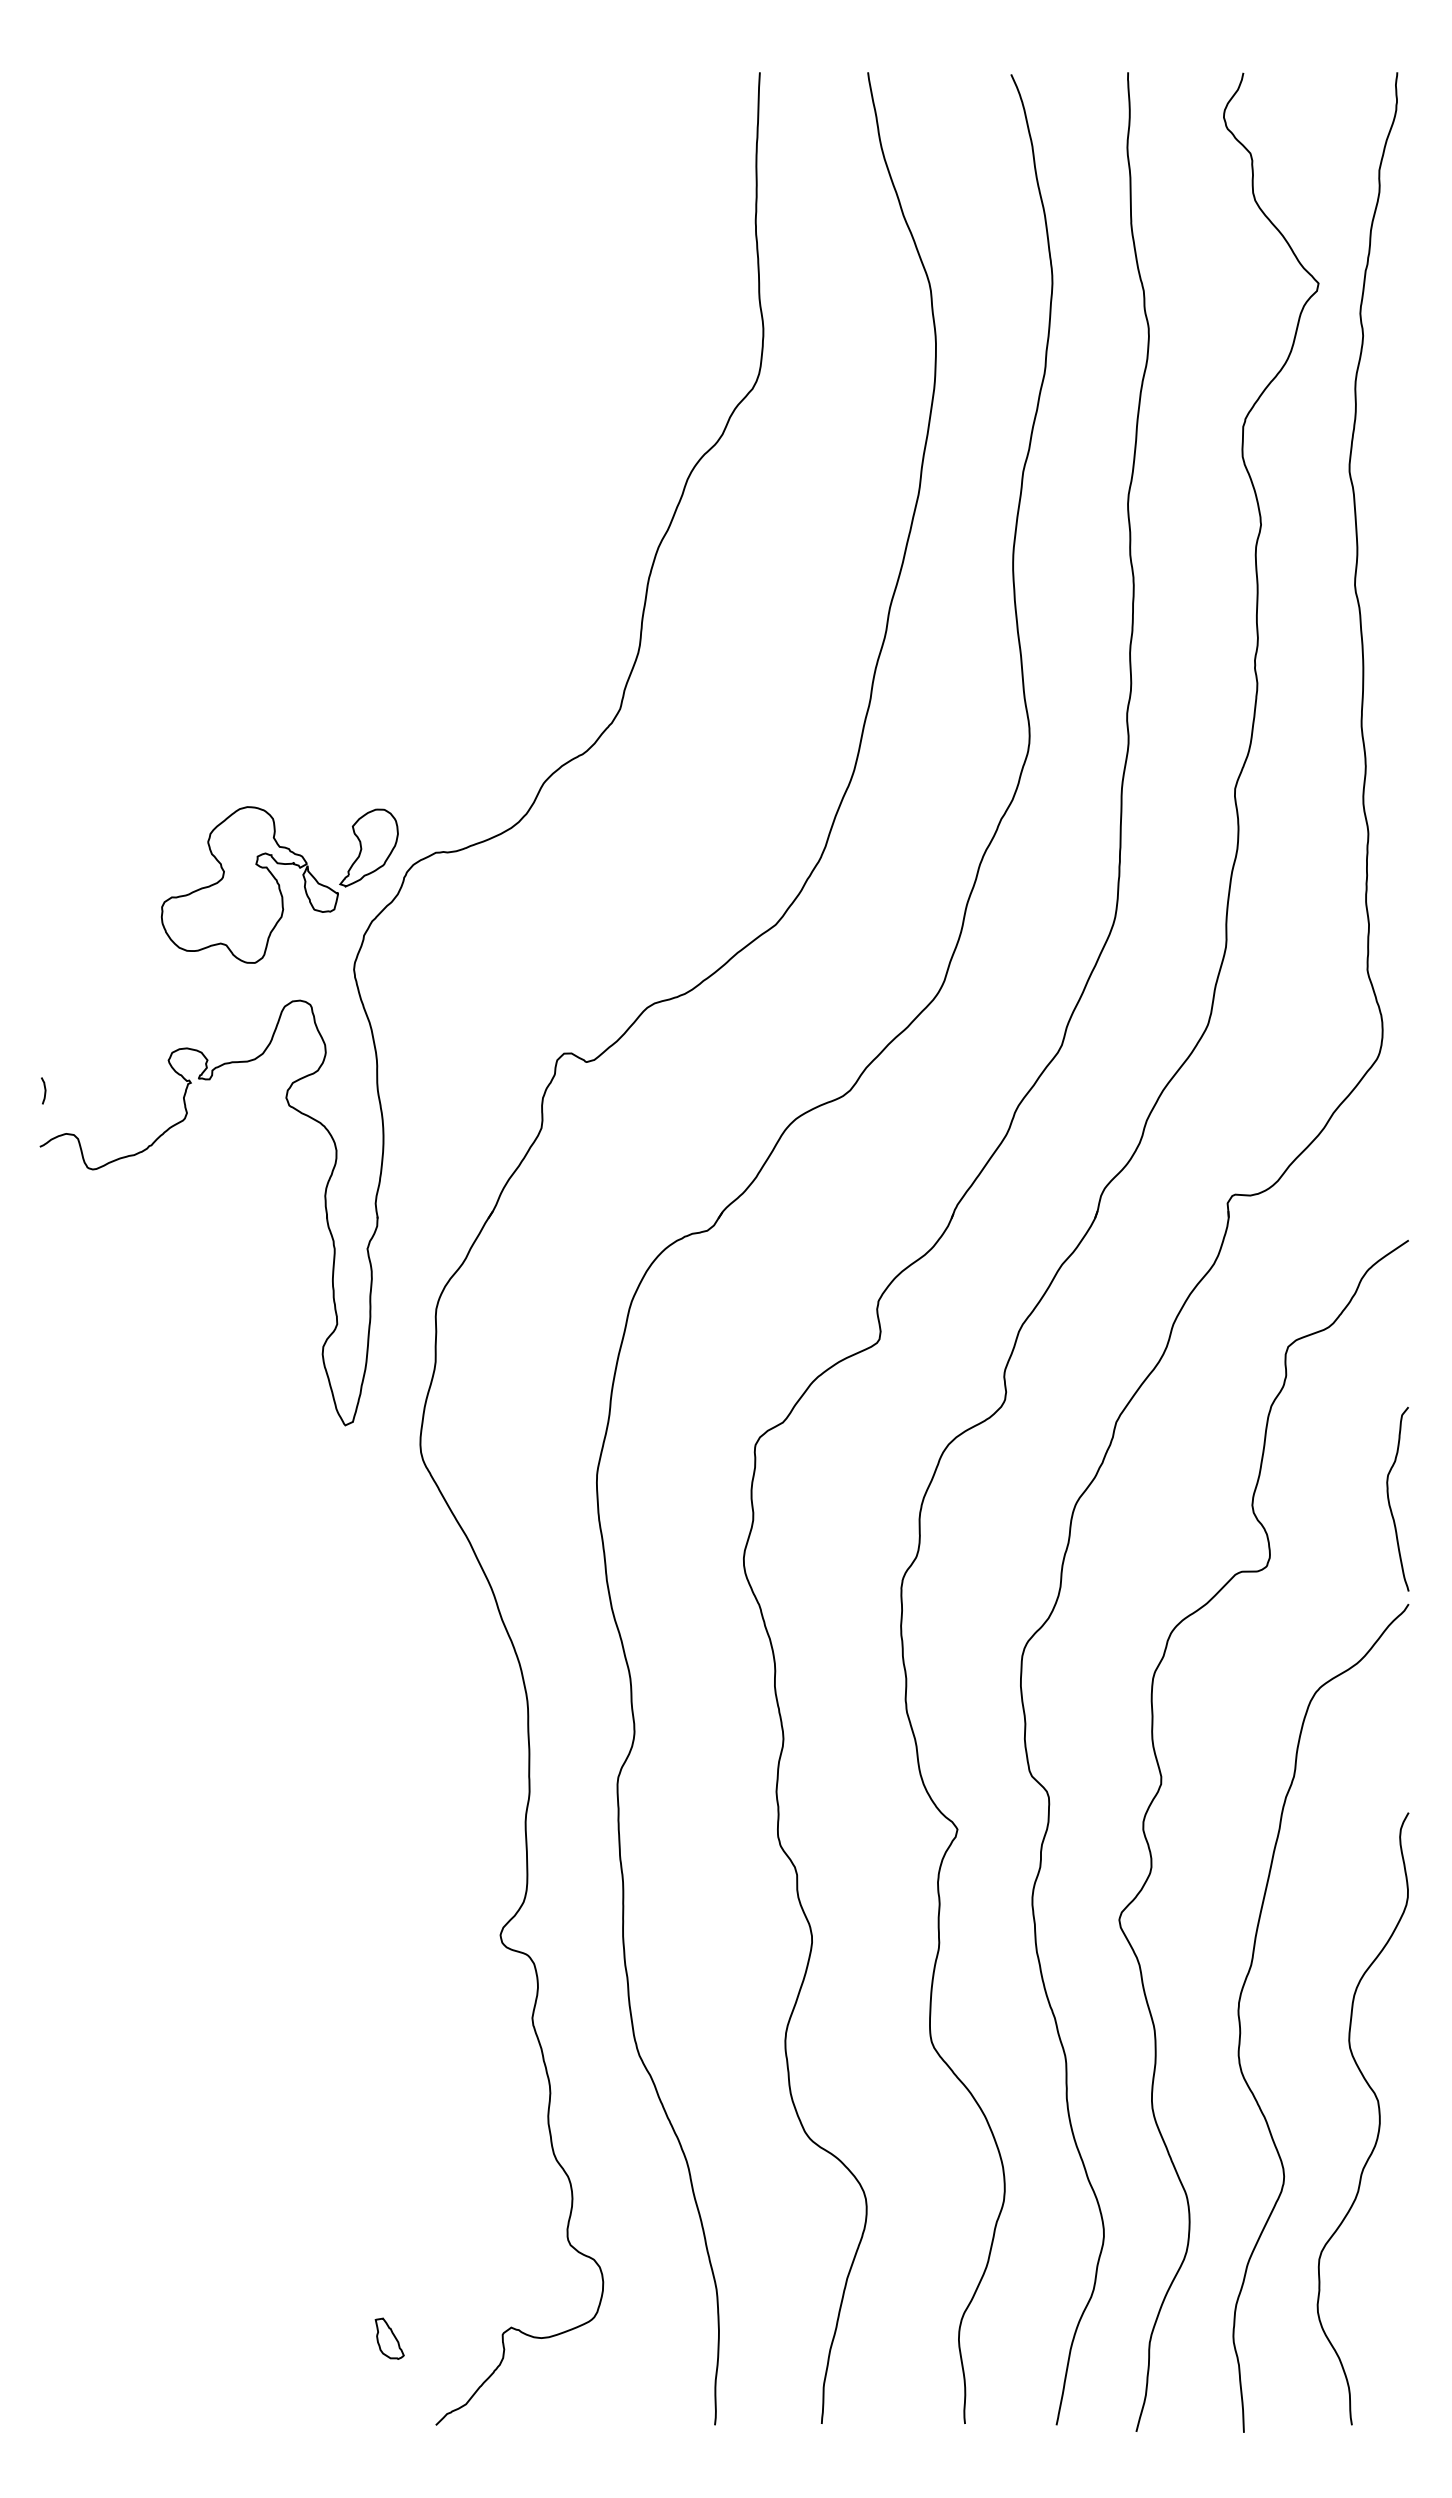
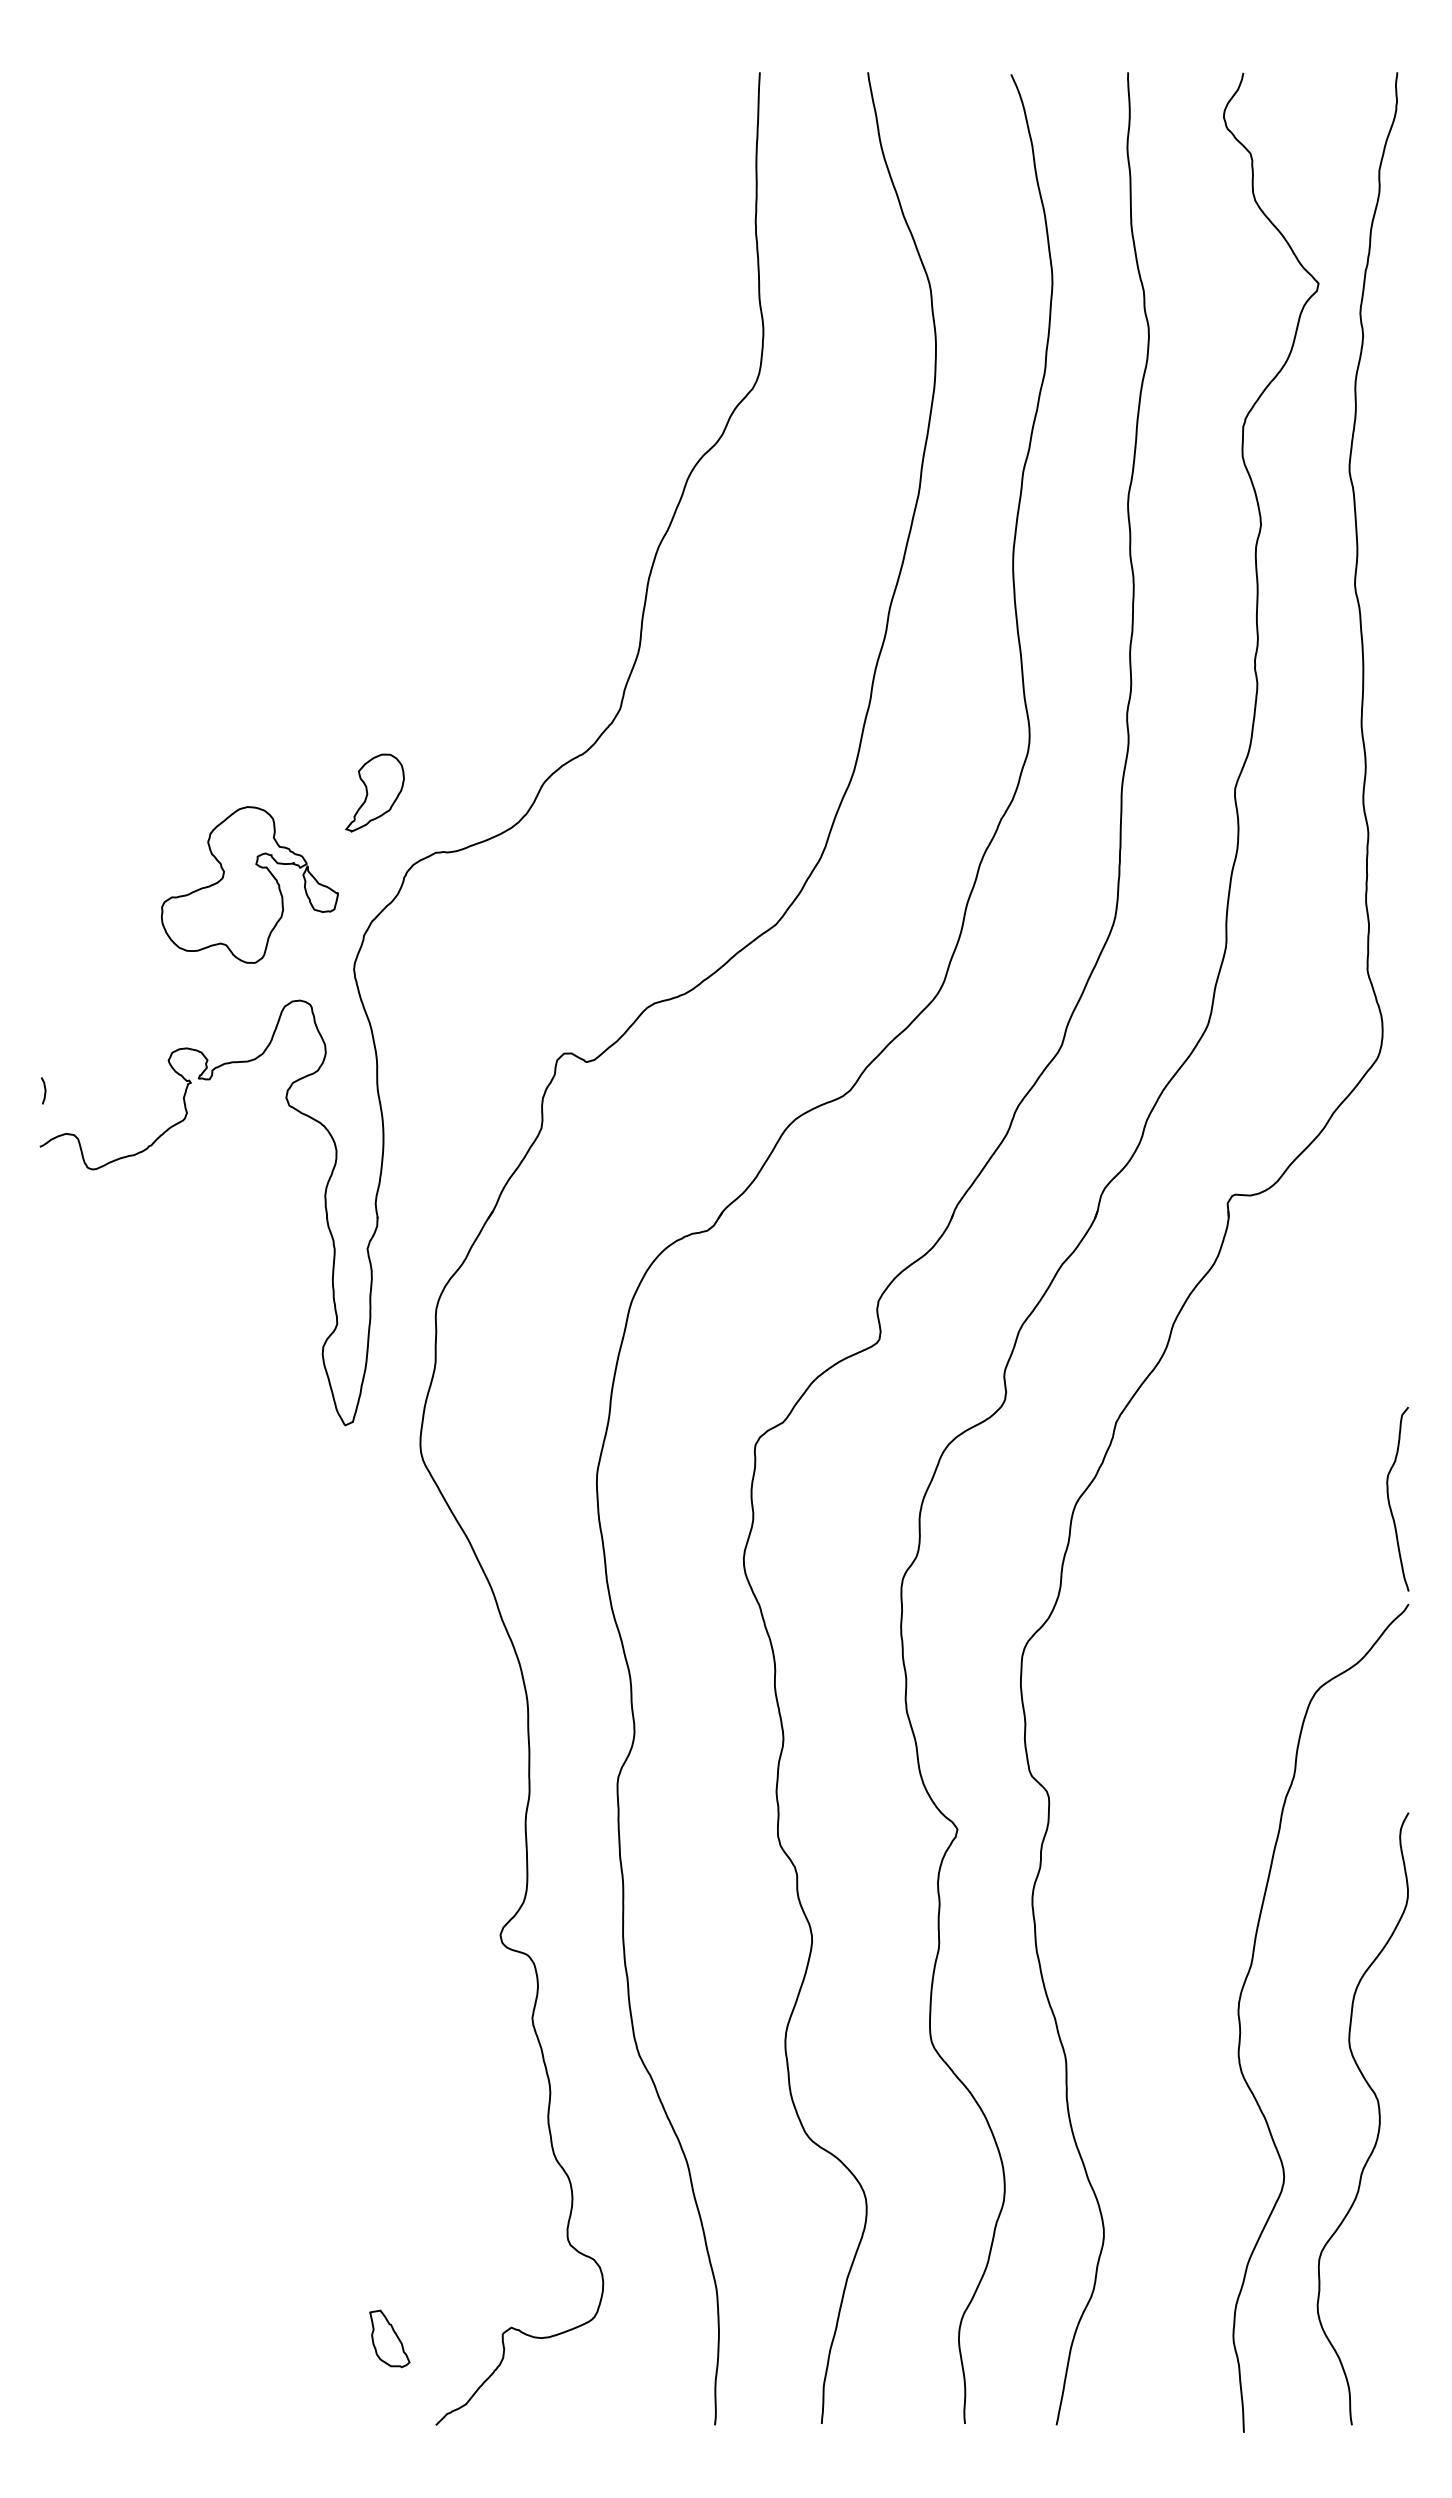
part at (368, 847) position: (368, 847) -> (374, 792)
curve at (1159, 1791): present -> none
part at (389, 2338) size: 31x43 px -> 42x60 px
